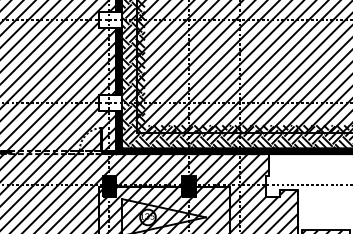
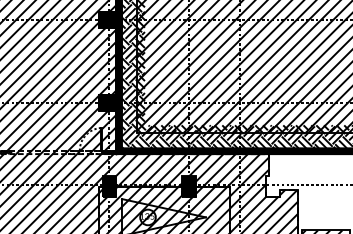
hatch at (109, 20): none -> present
hatch at (109, 103): none -> present
